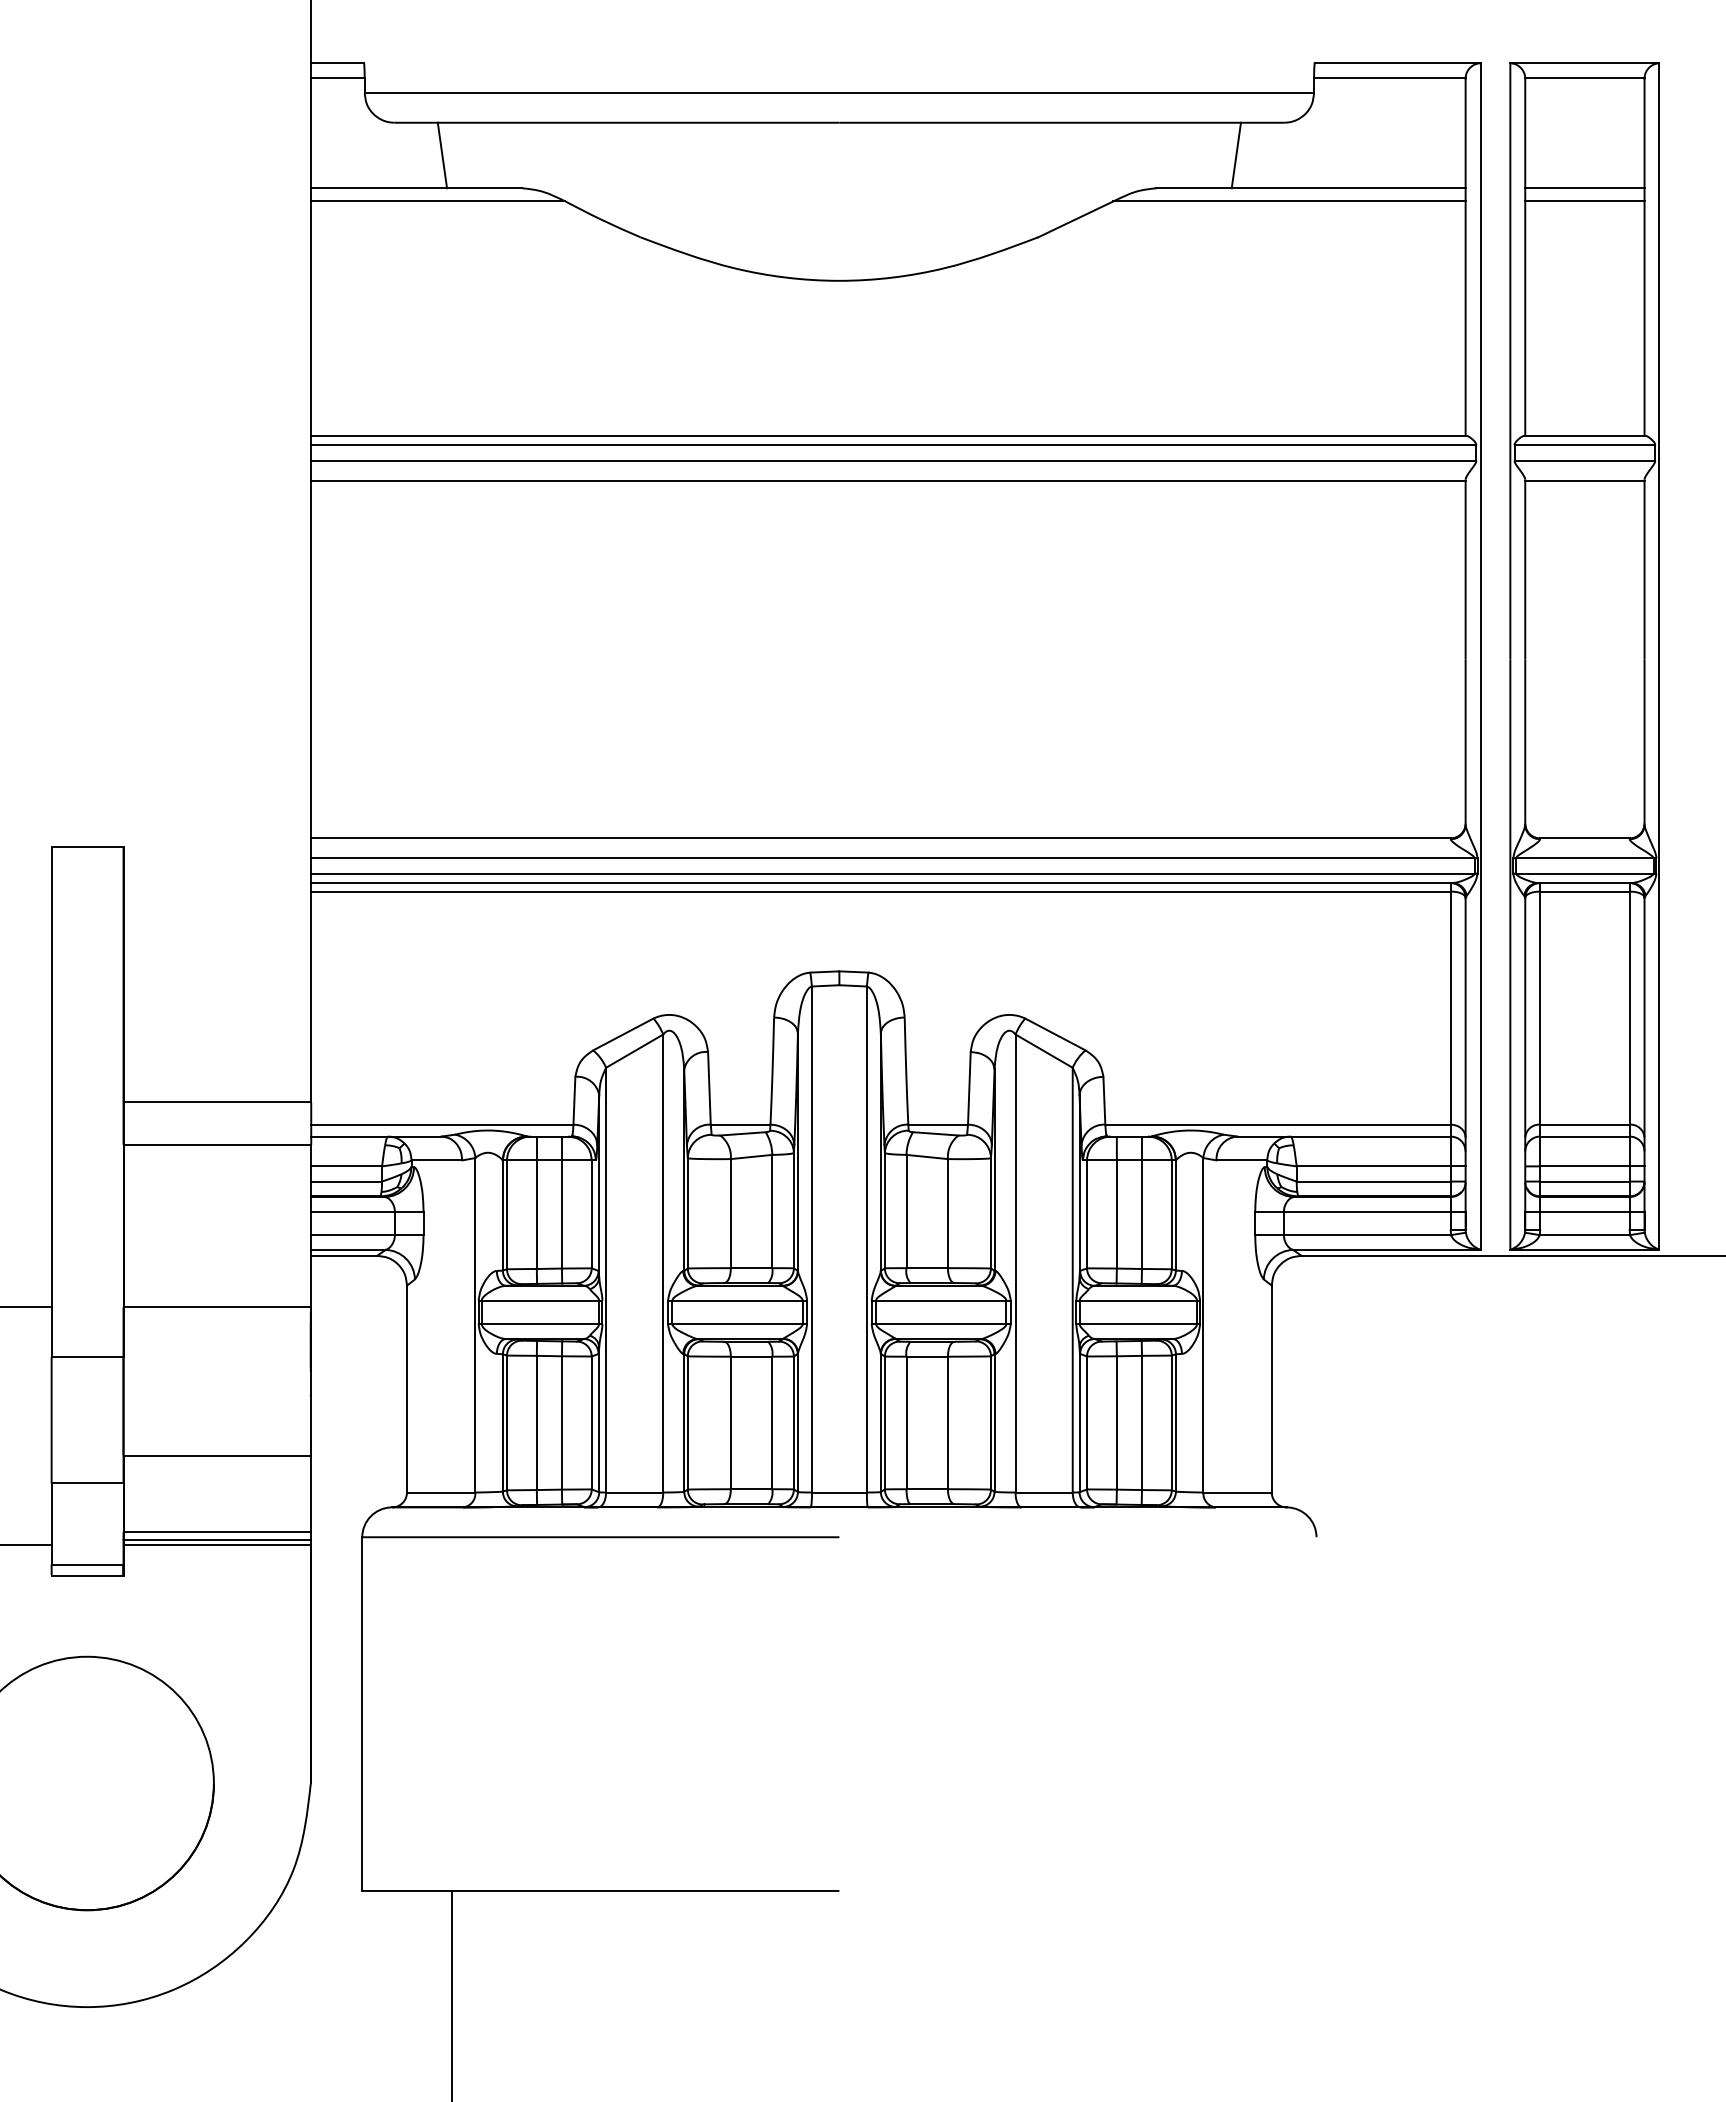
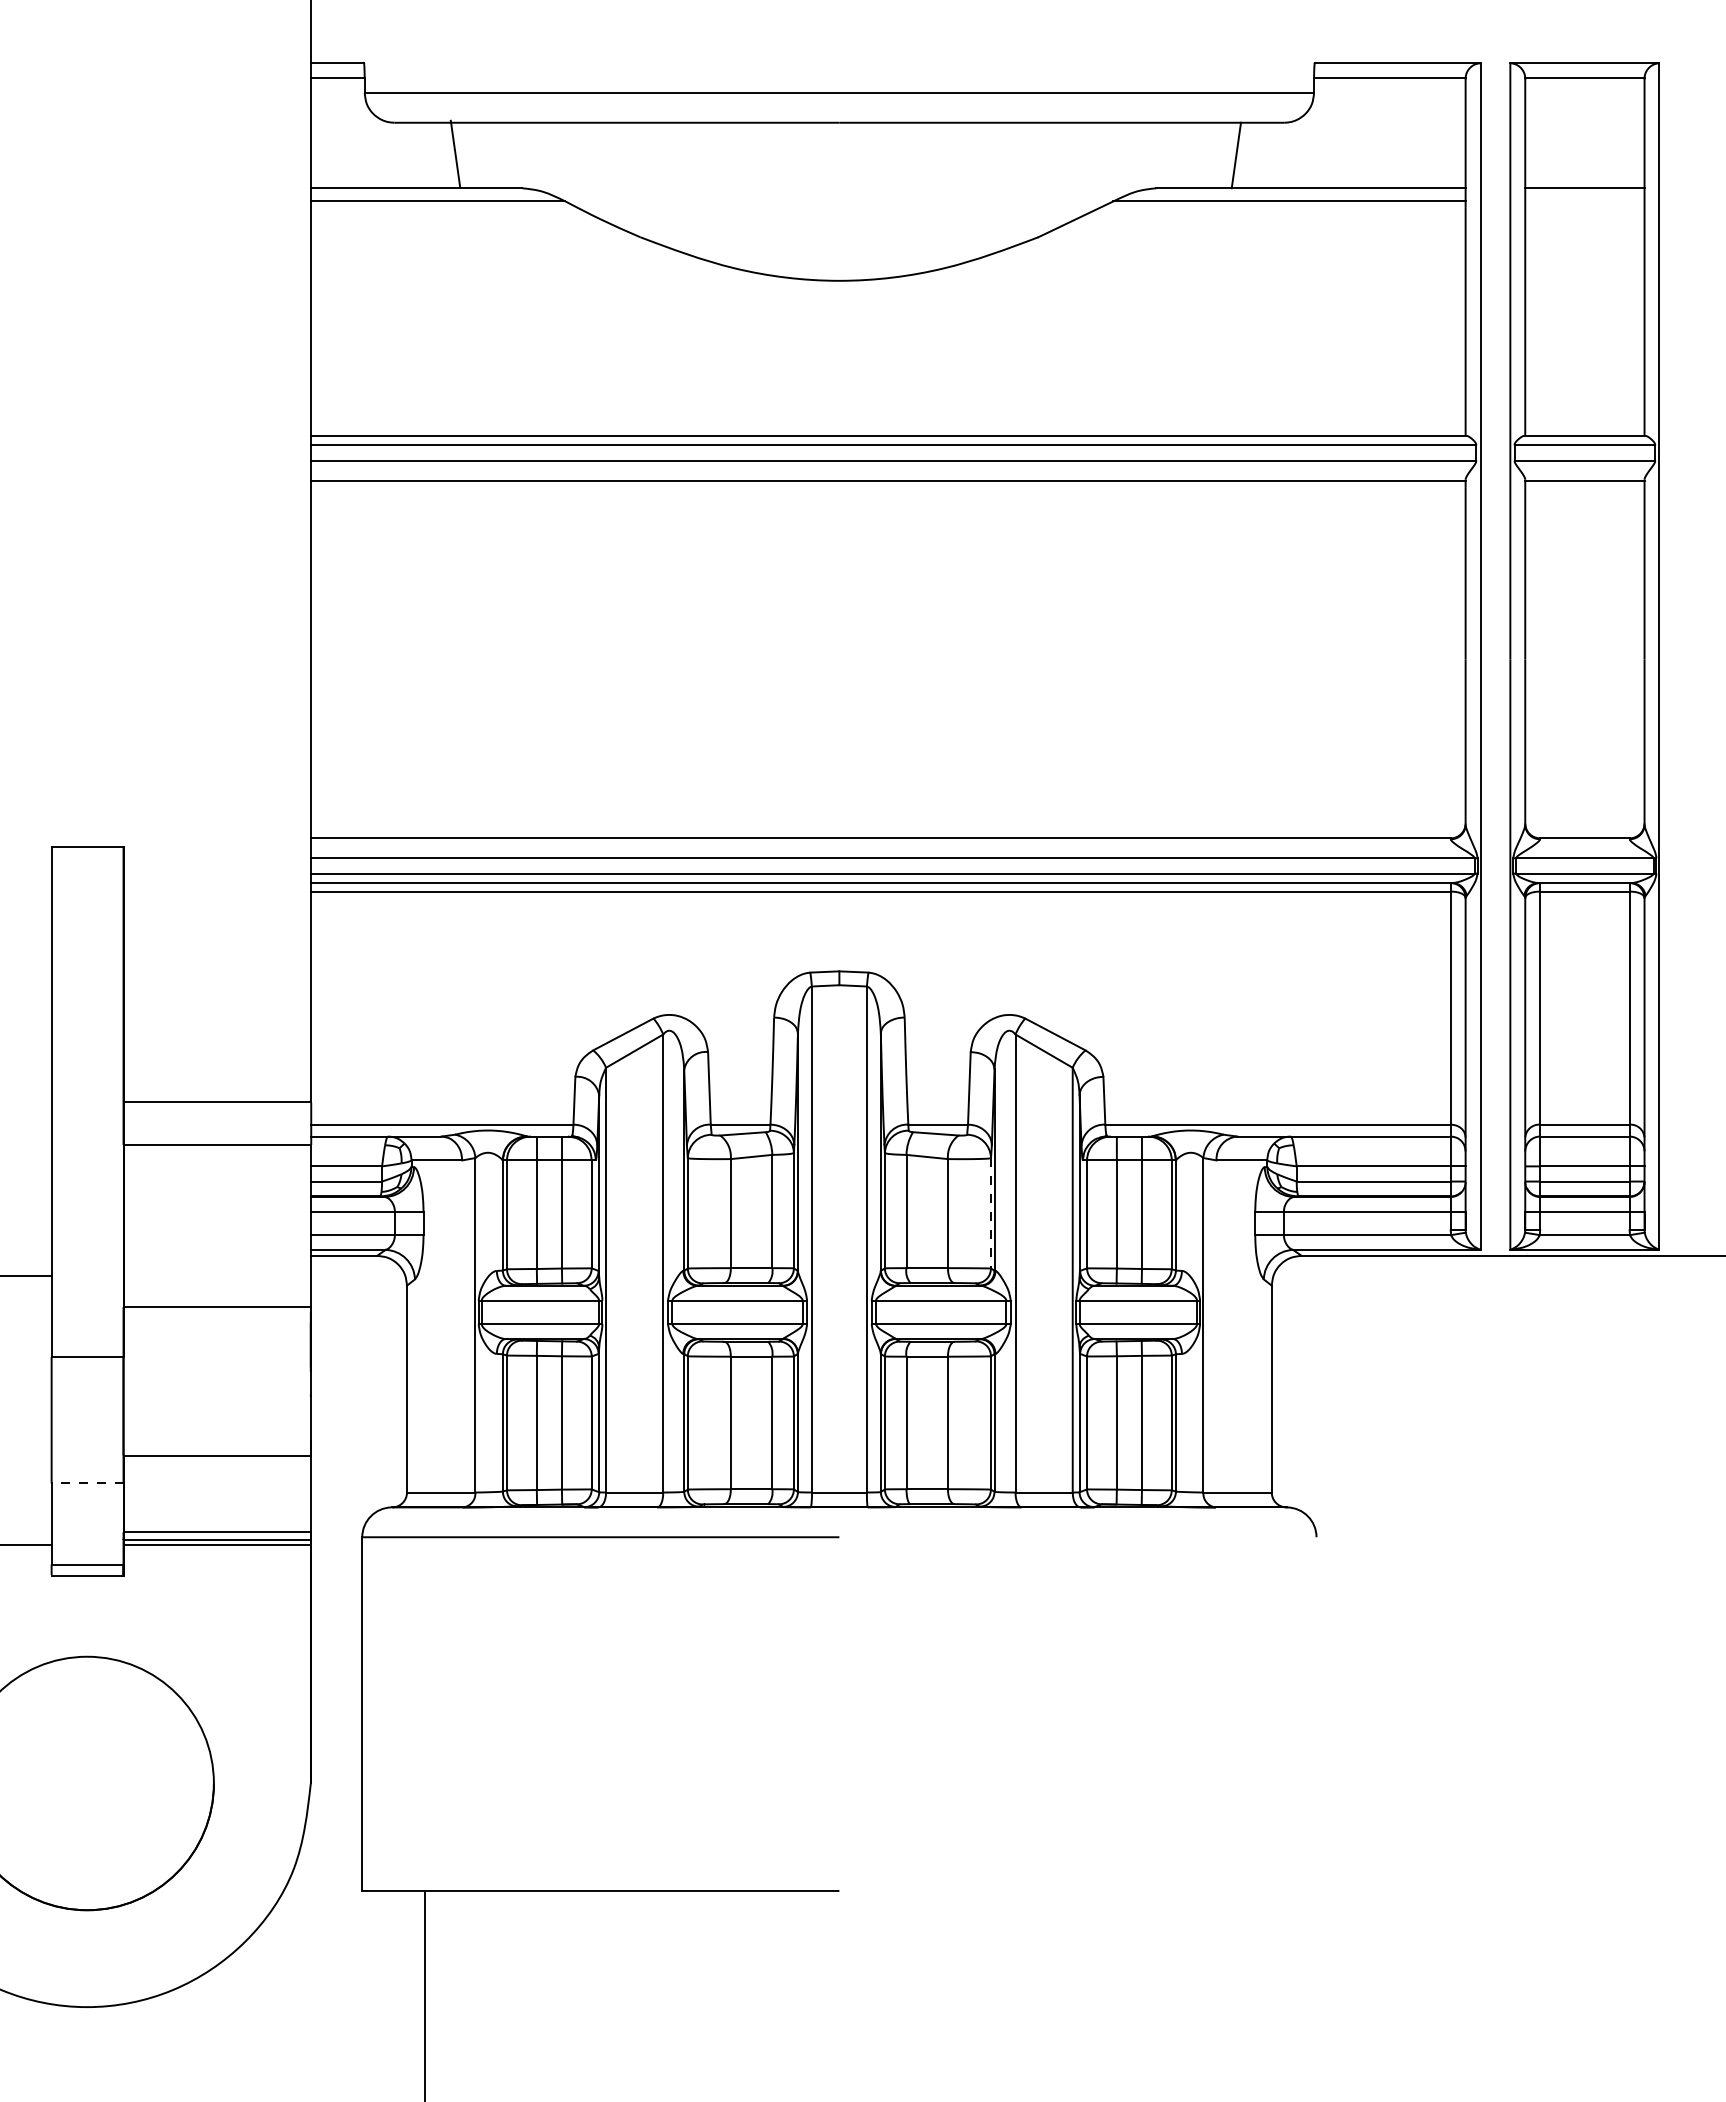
line at (442, 155) position: (442, 155) -> (455, 153)
line at (1584, 201): present -> none
line at (990, 1213): solid -> dashed
line at (26, 1307) position: (26, 1307) -> (26, 1276)
line at (87, 1483): solid -> dashed
line at (451, 1994) position: (451, 1994) -> (424, 1994)
